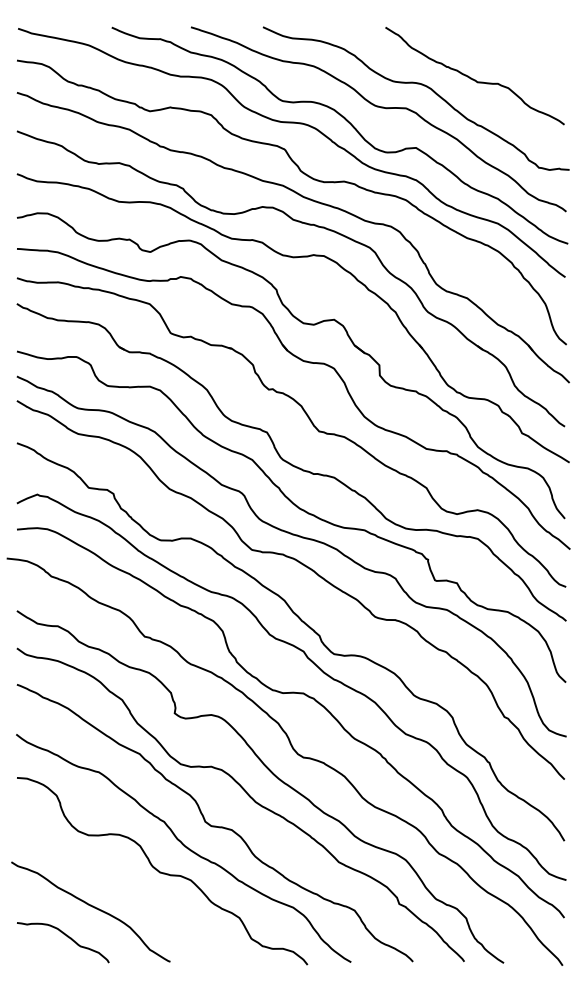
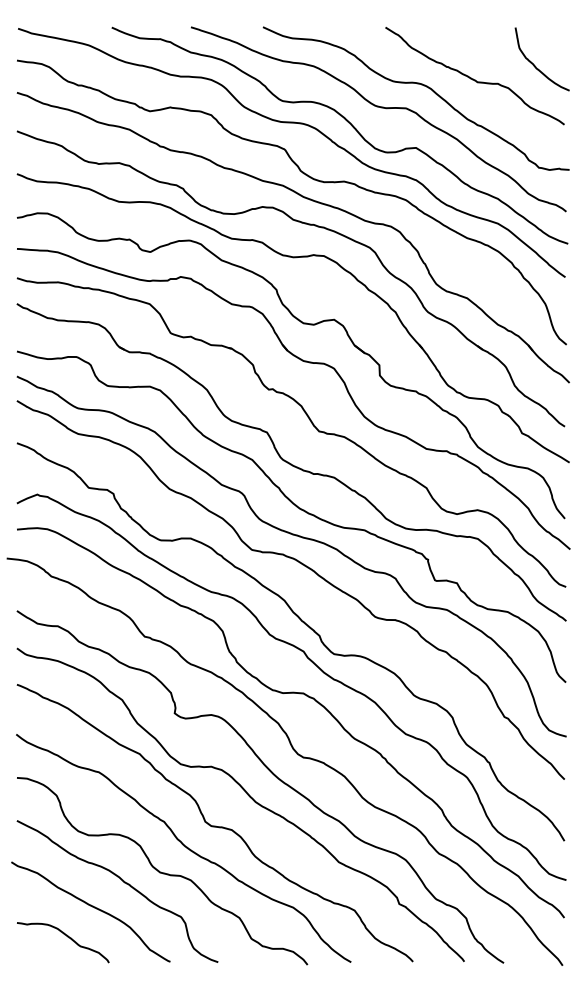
curve at (535, 65): none -> present
curve at (124, 883): none -> present
